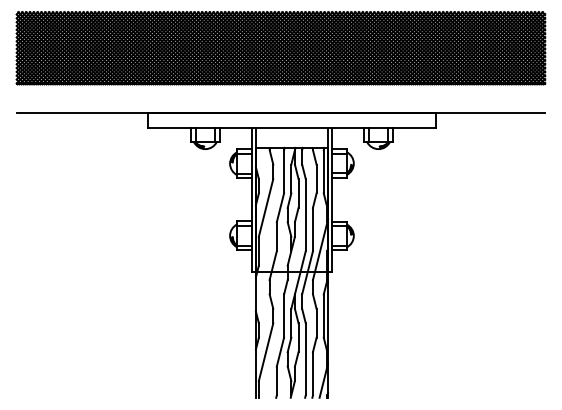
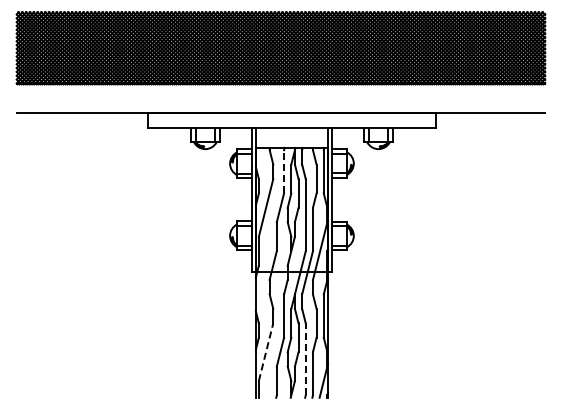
line at (284, 171): solid -> dashed
line at (266, 352): solid -> dashed
line at (305, 358): solid -> dashed
